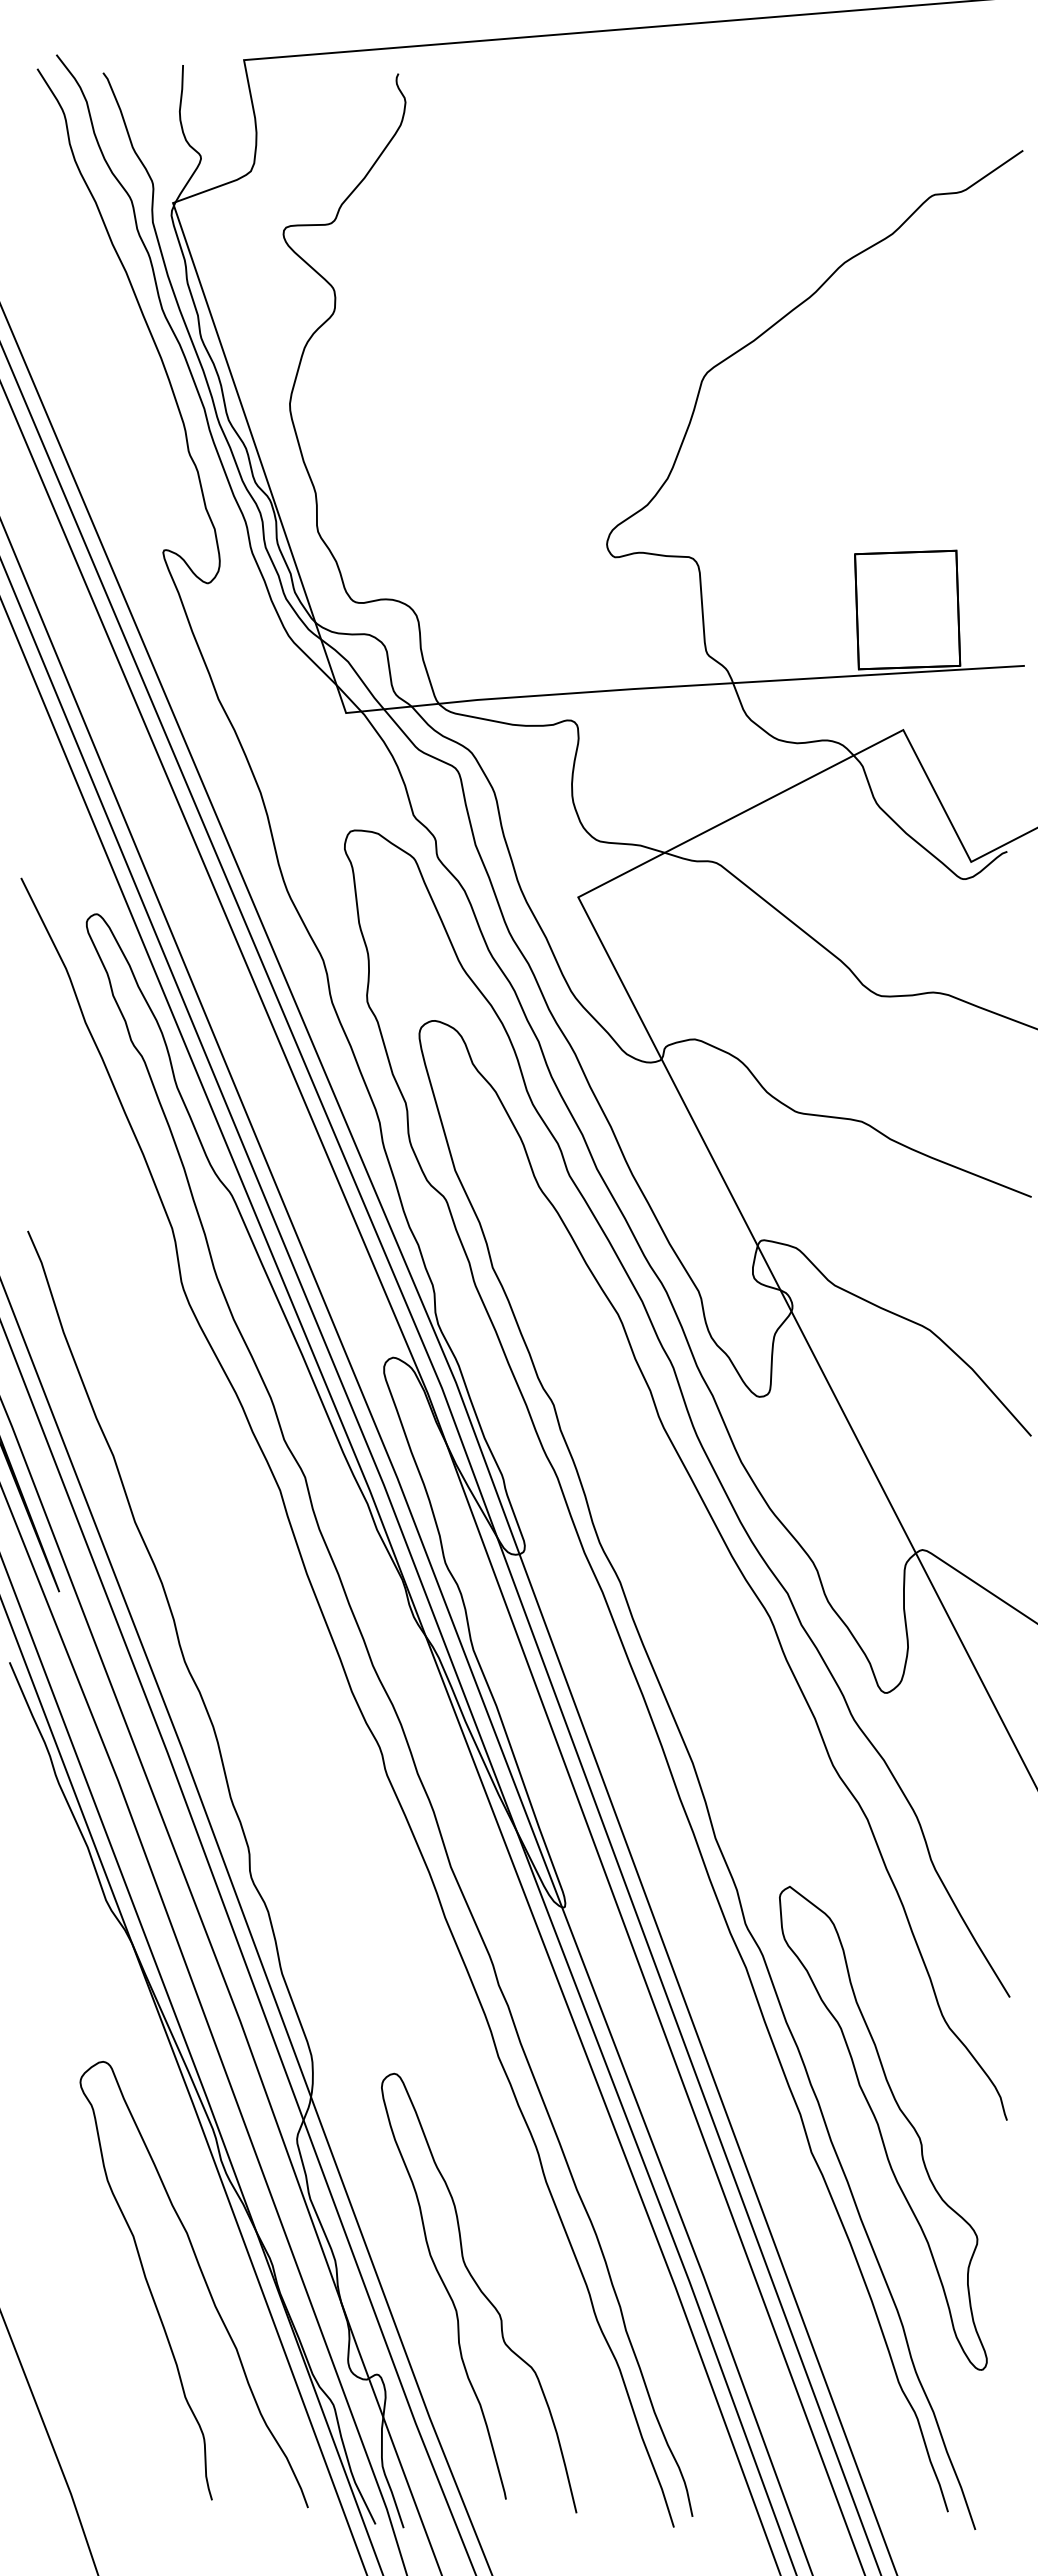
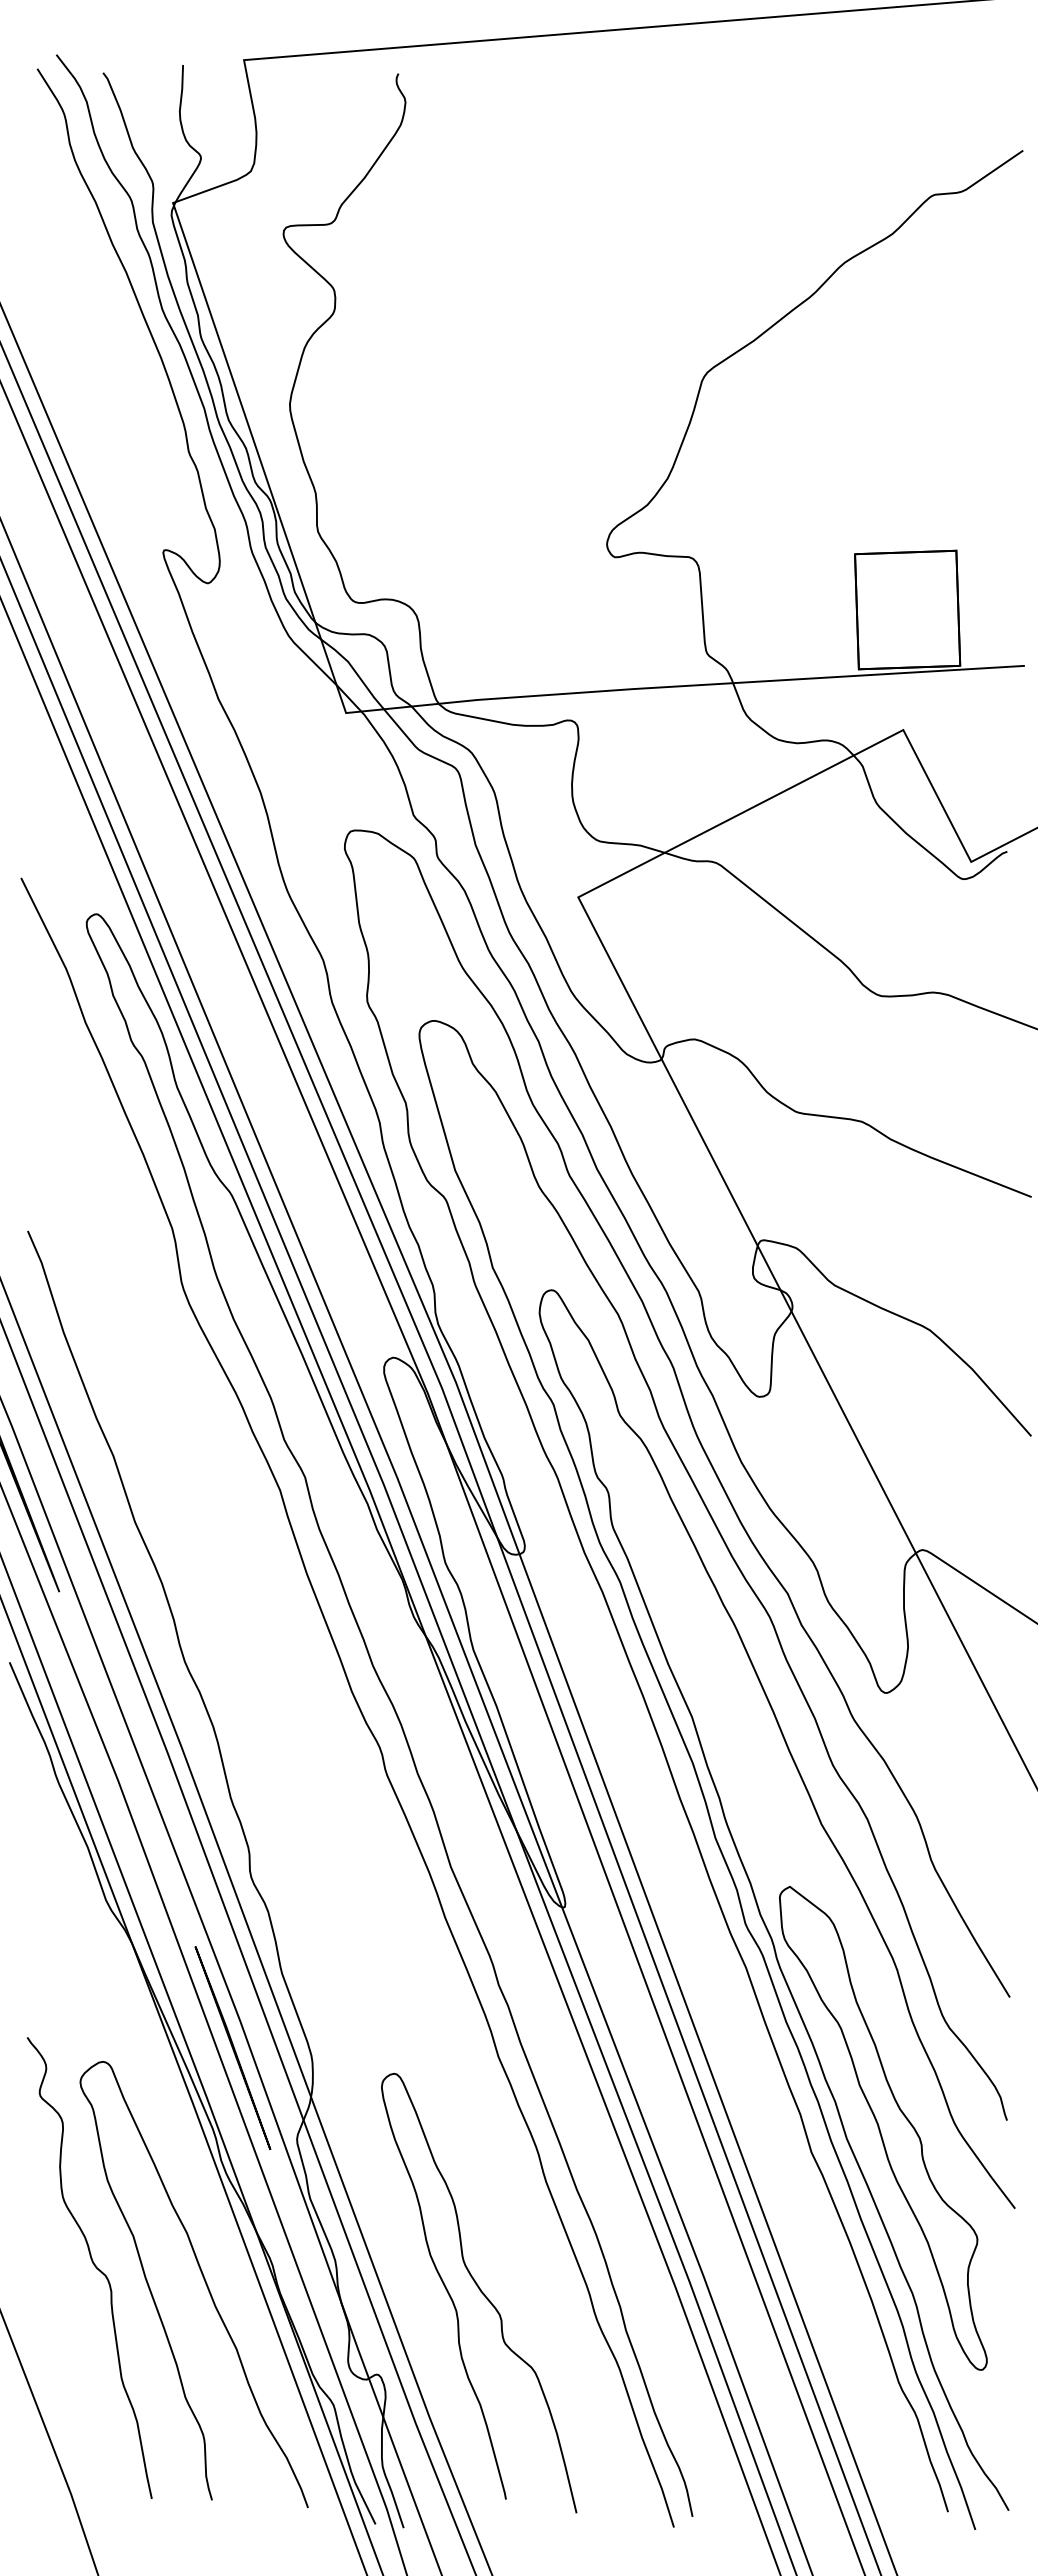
curve at (758, 1904): none -> present
line at (232, 2047): none -> present
curve at (93, 2265): none -> present
